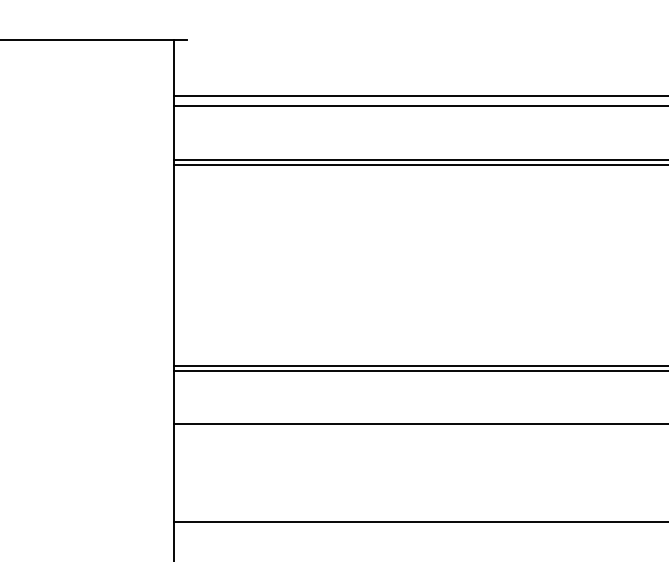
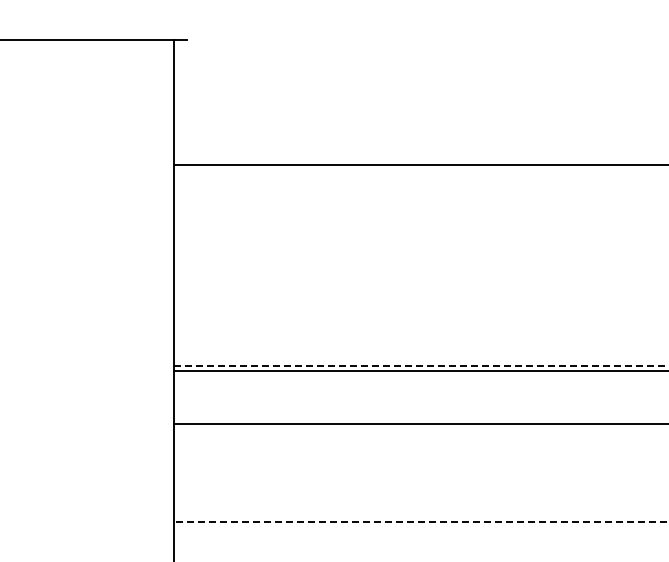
line at (419, 96): present -> none
line at (419, 106): present -> none
line at (419, 159): present -> none
line at (420, 365): solid -> dashed
line at (420, 522): solid -> dashed
